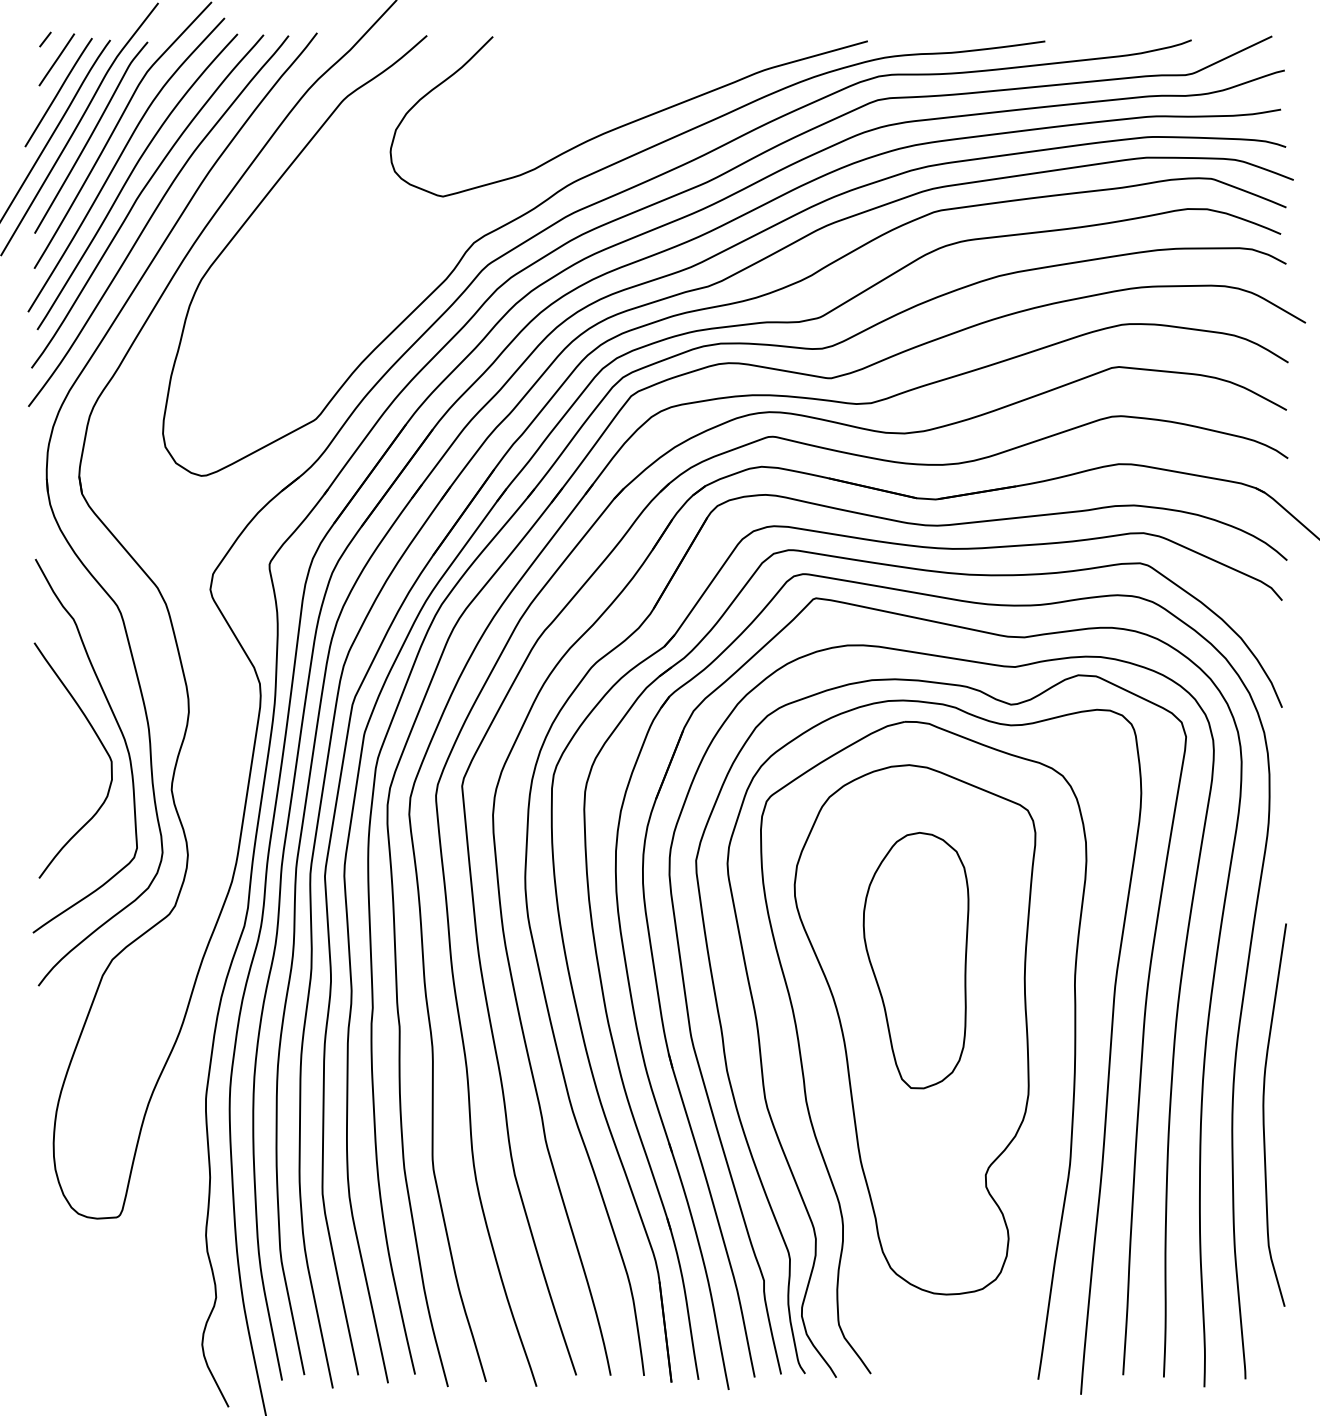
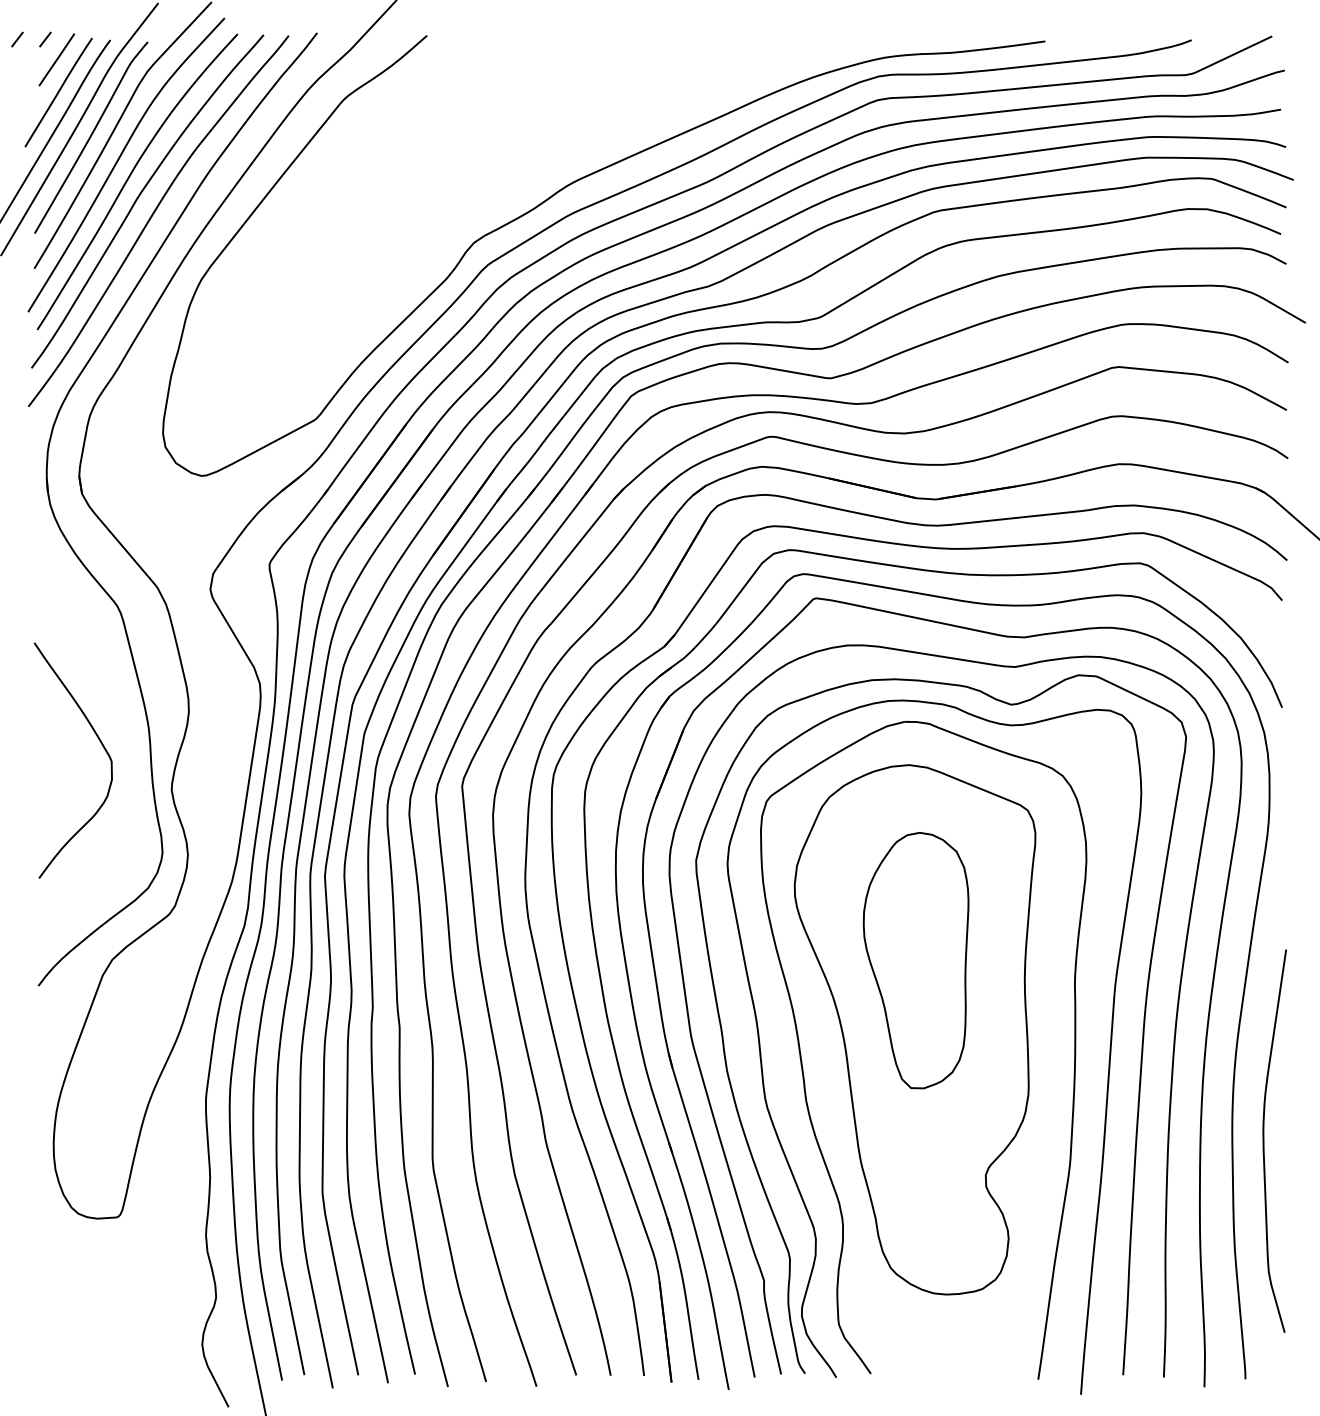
line at (17, 39): none -> present
curve at (631, 121): present -> none
curve at (120, 732): present -> none
curve at (1264, 1114) position: (1264, 1114) -> (1264, 1140)
